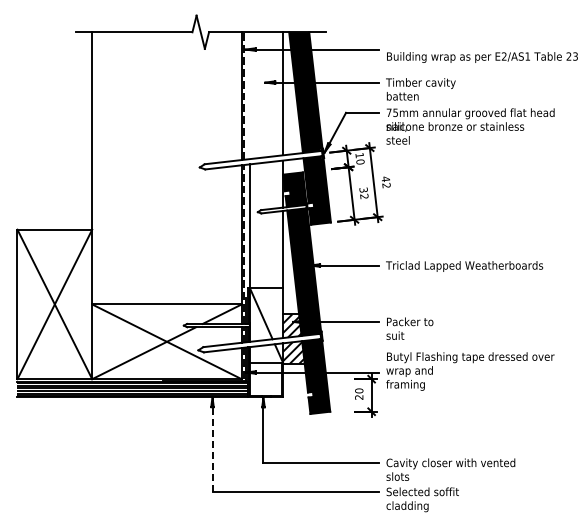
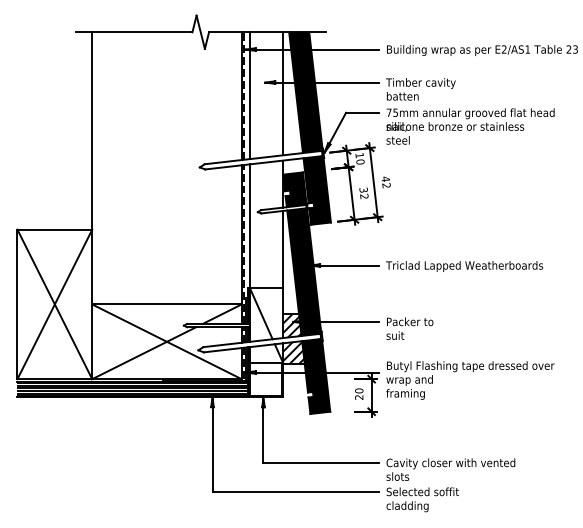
text at (482, 57) position: (482, 57) -> (482, 50)
line at (249, 95): none -> present
text at (470, 371) position: (470, 371) -> (470, 380)
line at (212, 445): dashed -> solid
